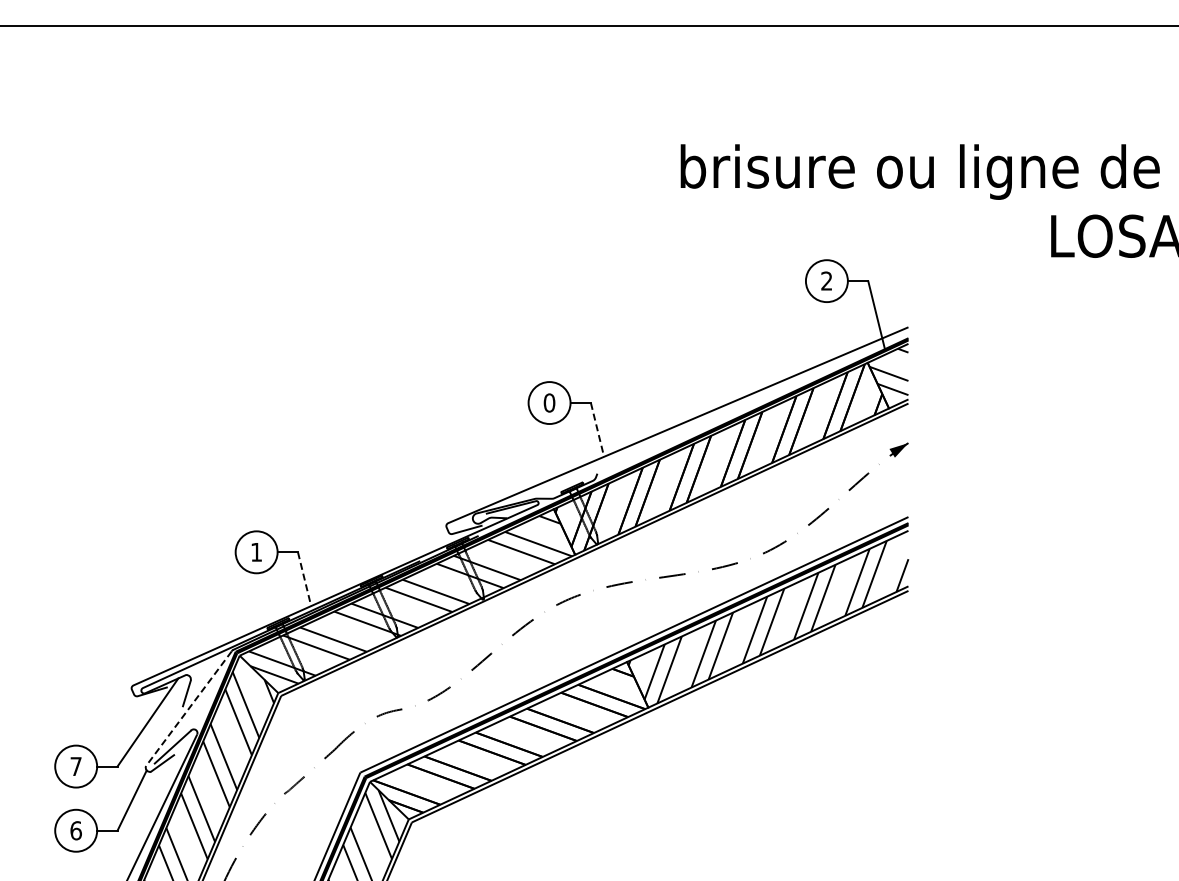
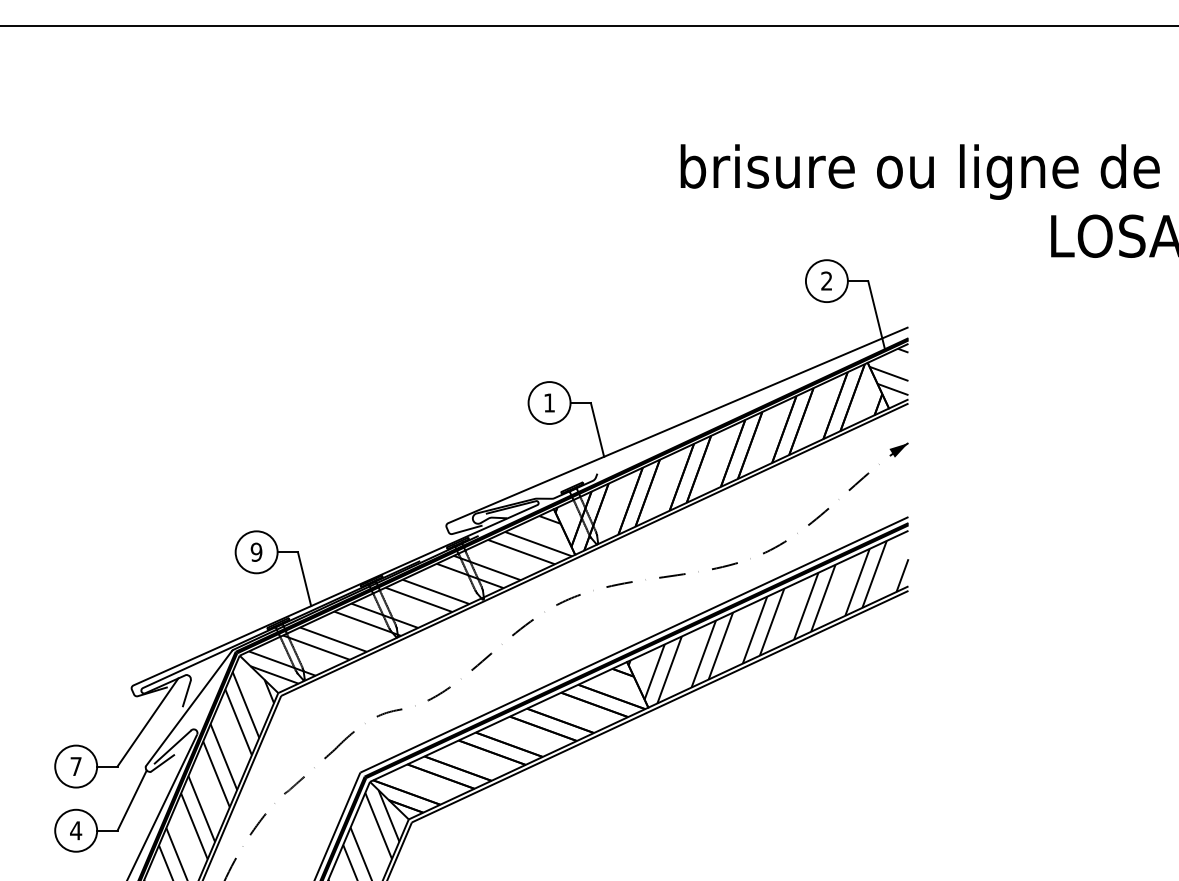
text at (549, 402): 0 -> 1
line at (597, 429): dashed -> solid
text at (256, 551): 1 -> 9
line at (304, 579): dashed -> solid
line at (188, 708): dashed -> solid
text at (76, 830): 6 -> 4
